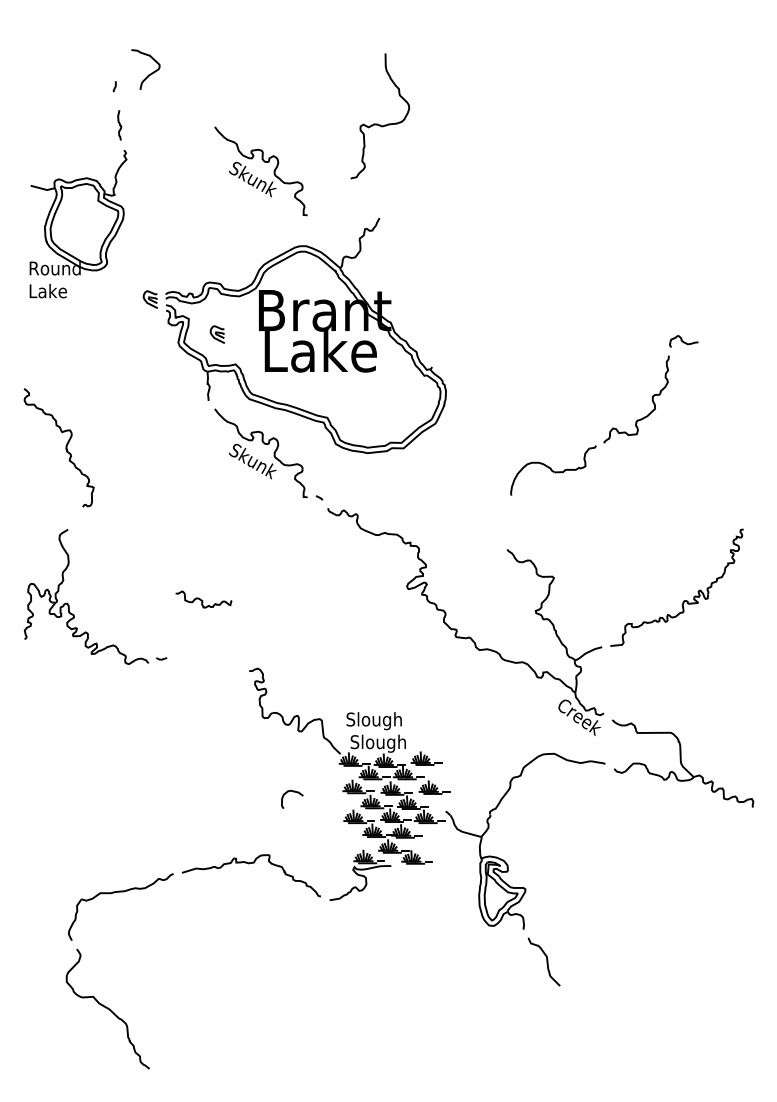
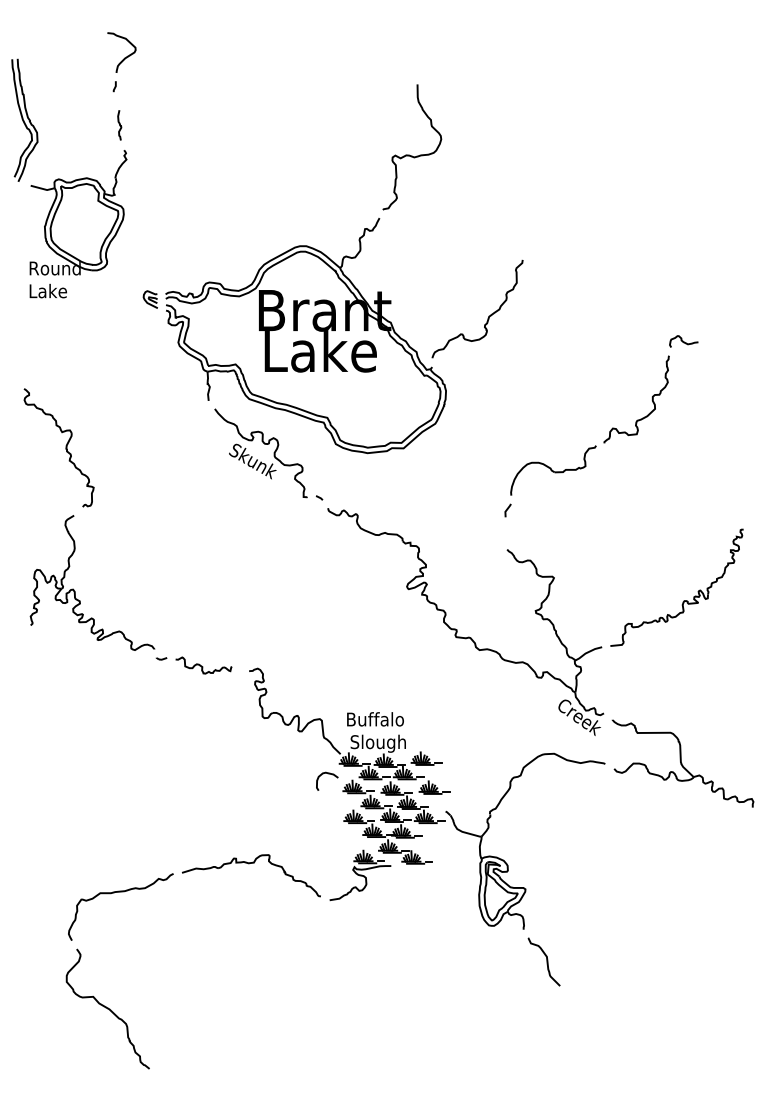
curve at (148, 74) position: (148, 74) -> (124, 57)
part at (24, 119): none -> present
curve at (377, 123) position: (377, 123) -> (409, 154)
part at (257, 177): present -> none
curve at (488, 316): none -> present
part at (216, 334): present -> none
line at (507, 510): none -> present
curve at (203, 600) position: (203, 600) -> (203, 666)
part at (69, 605) position: (69, 605) -> (75, 591)
text at (374, 721): Slough -> Buffalo
curve at (293, 792) position: (293, 792) -> (328, 774)
